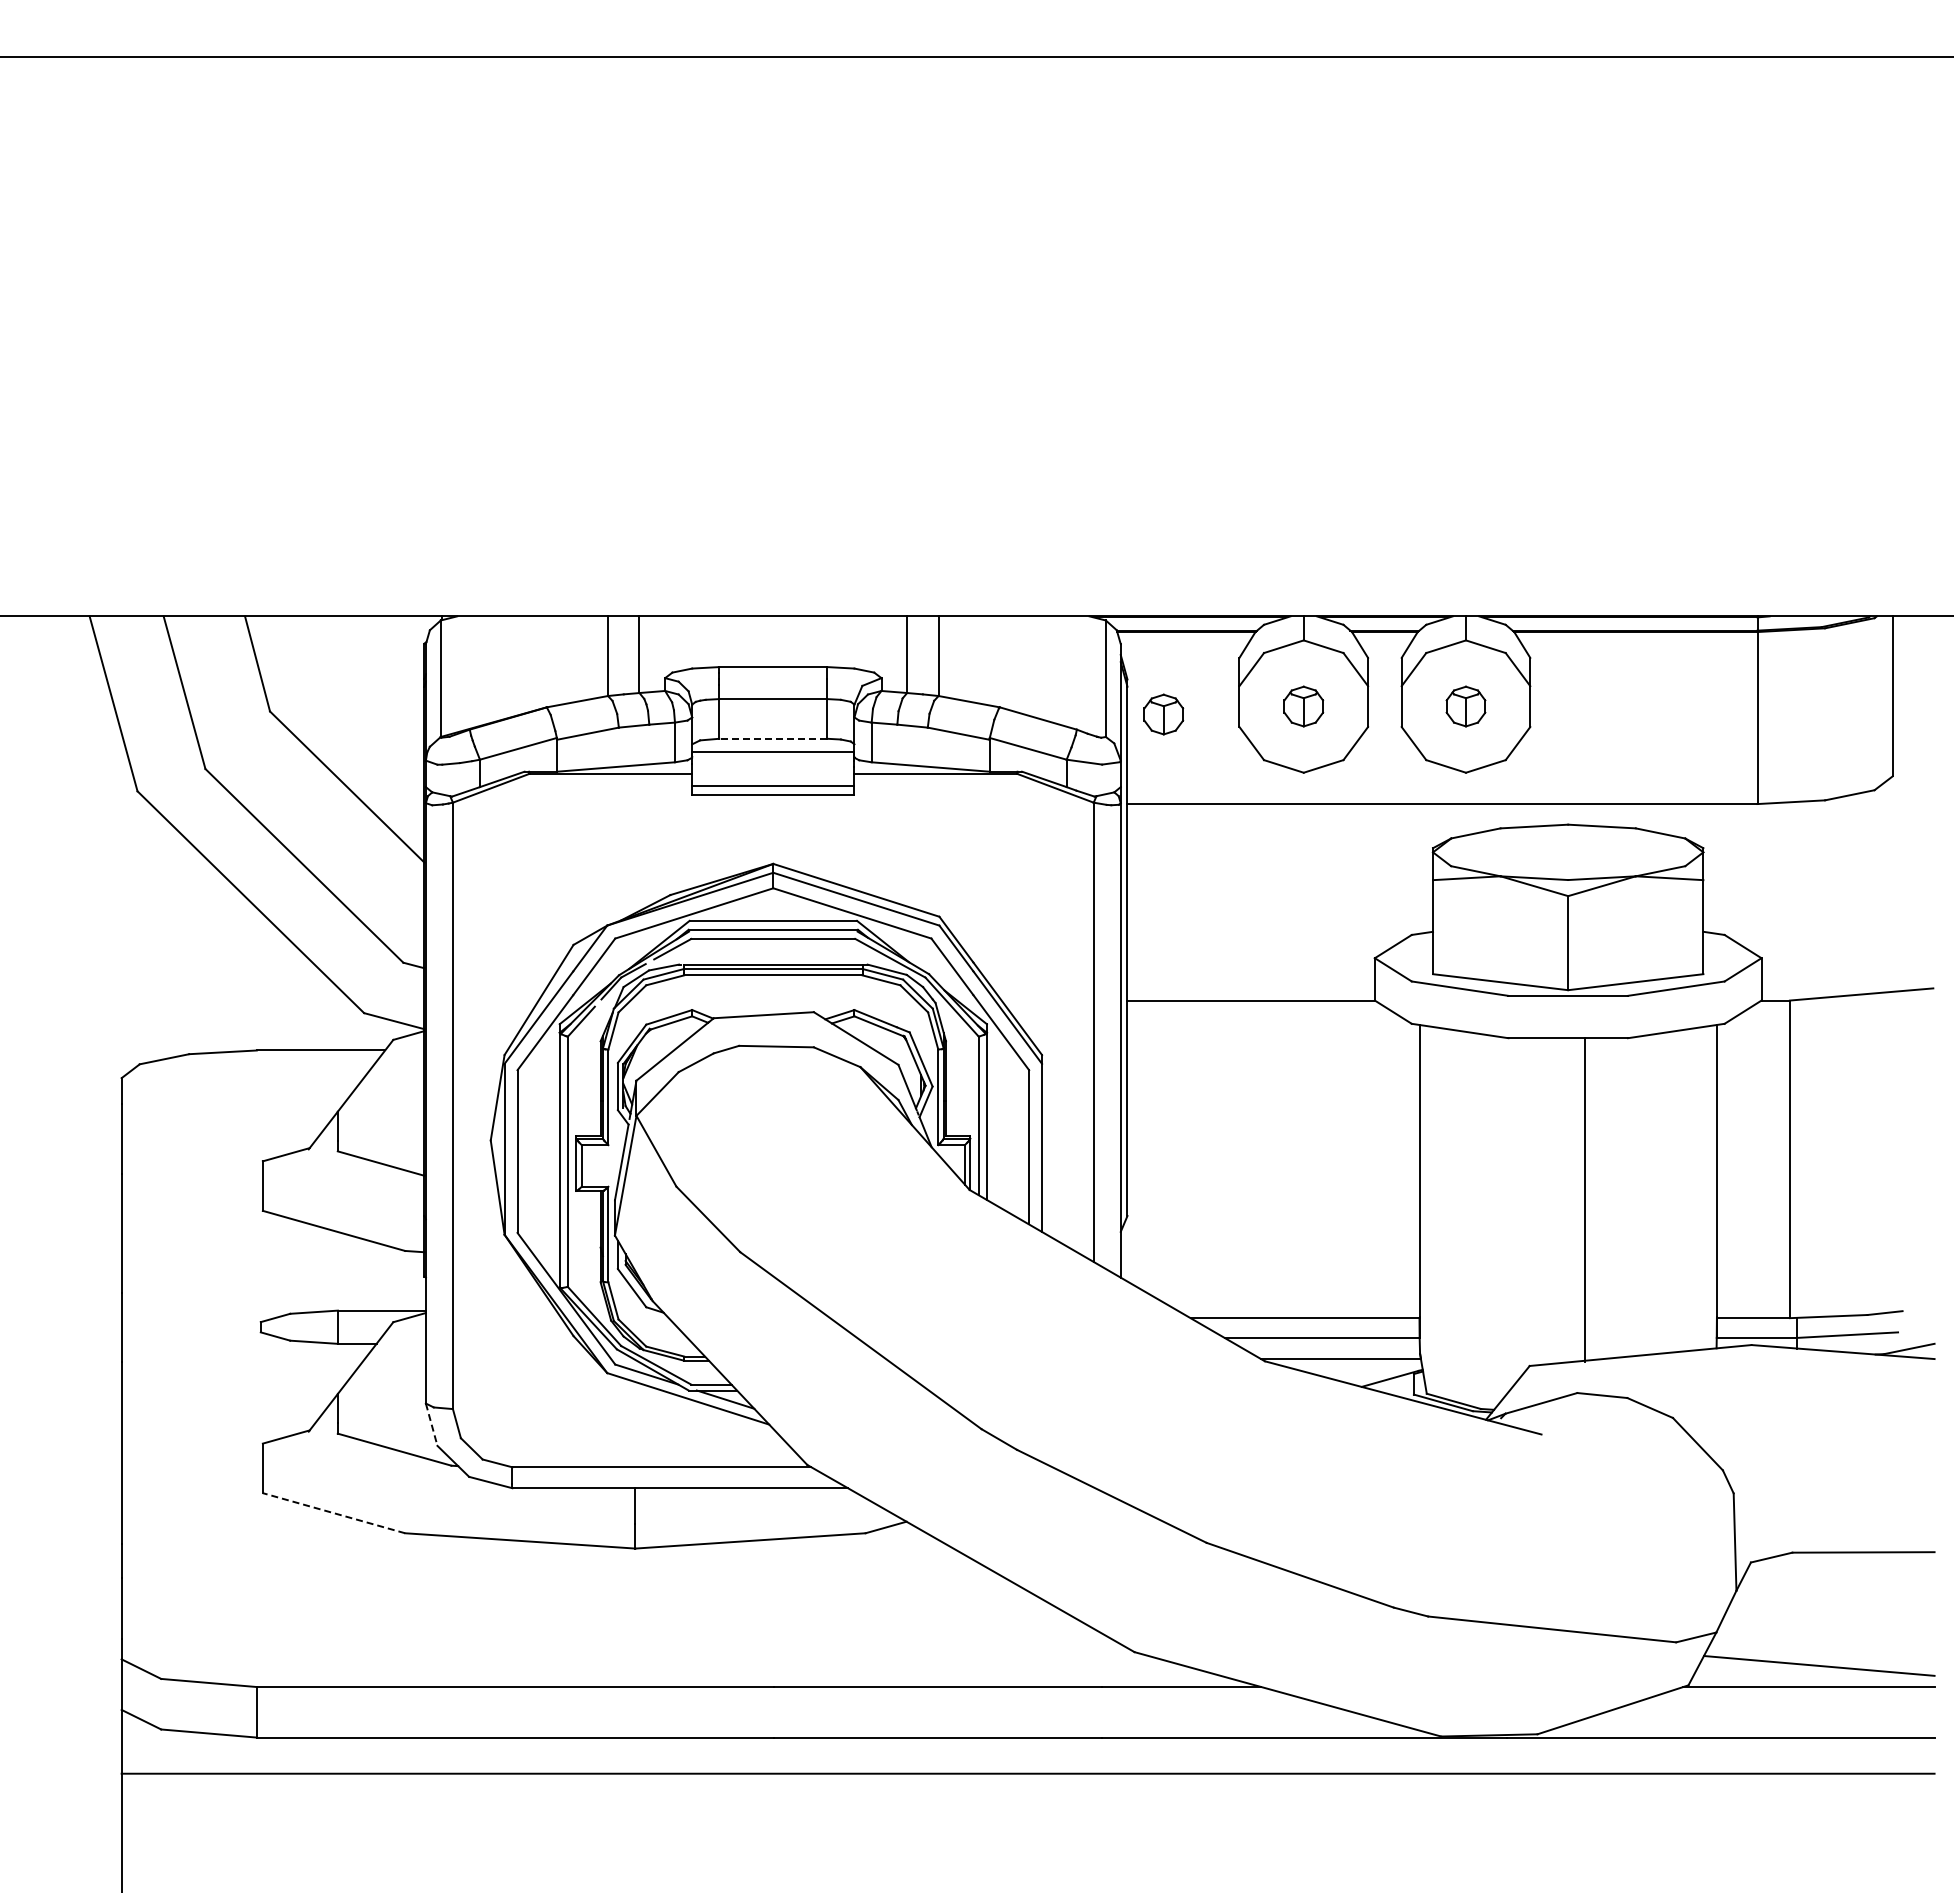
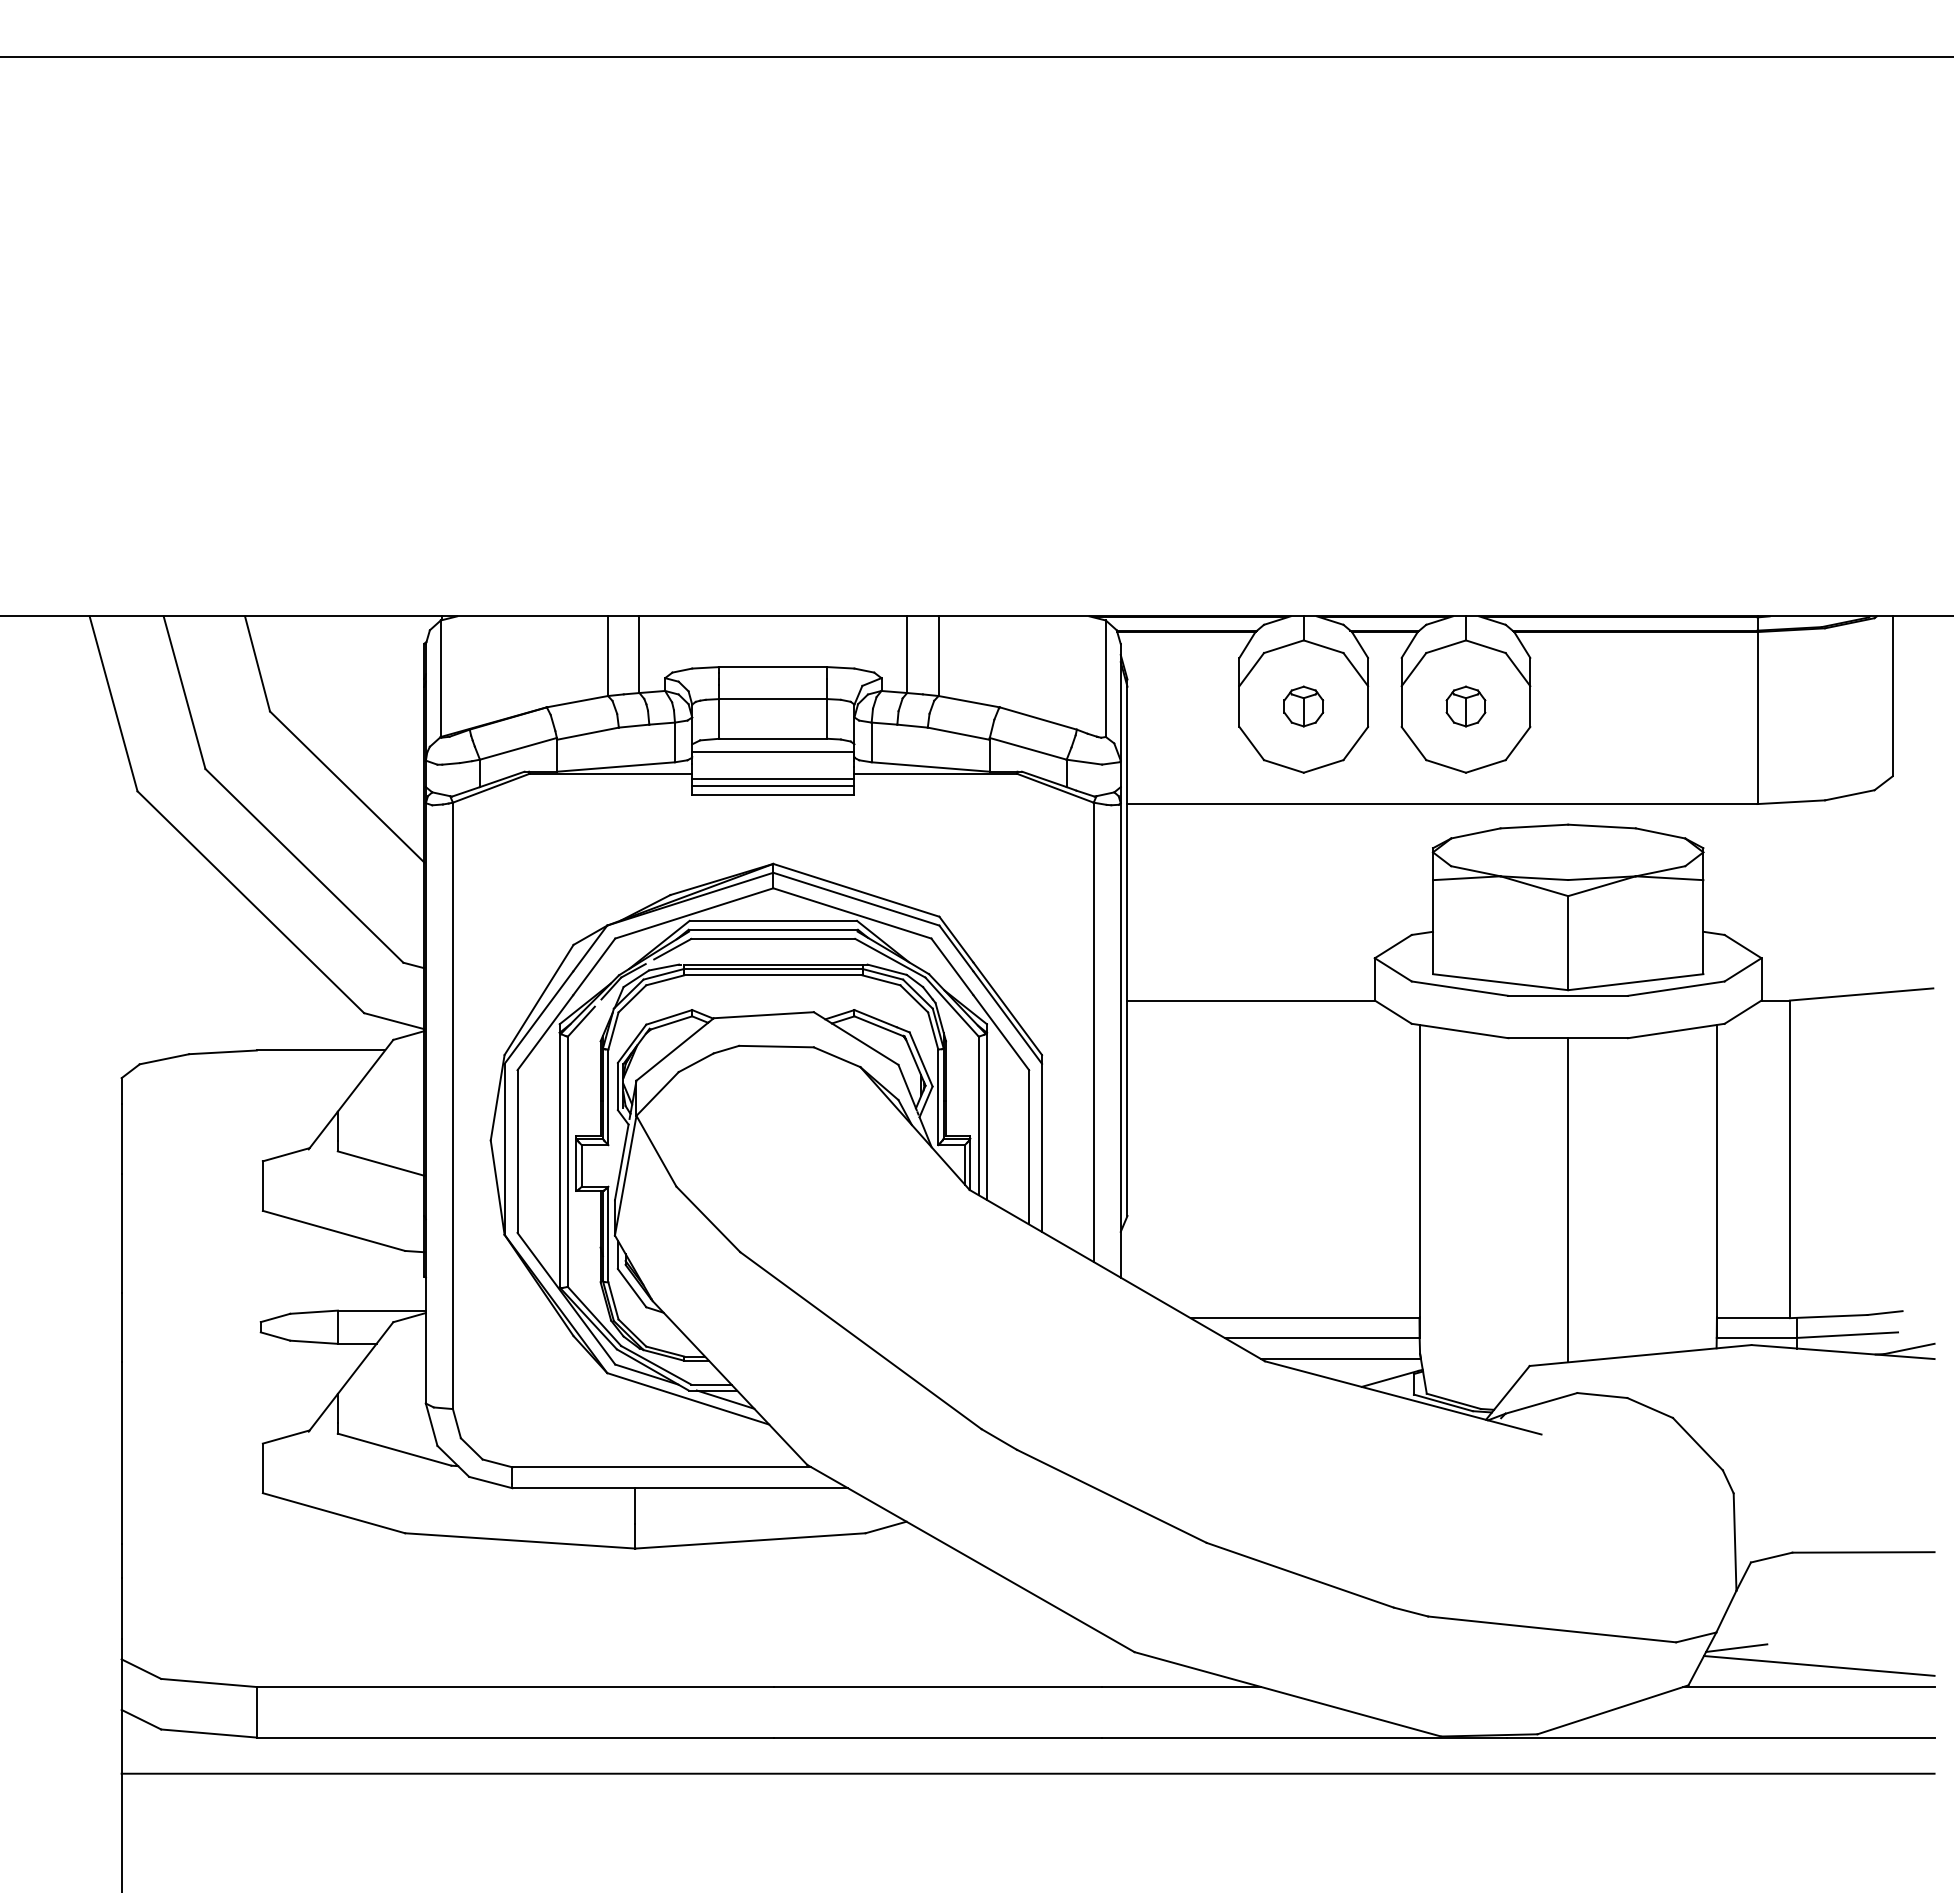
part at (1163, 714): present -> none
line at (772, 738): dashed -> solid
line at (773, 778): none -> present
line at (1585, 1200) position: (1585, 1200) -> (1568, 1200)
line at (431, 1424): dashed -> solid
line at (334, 1513): dashed -> solid
line at (1736, 1647): none -> present
